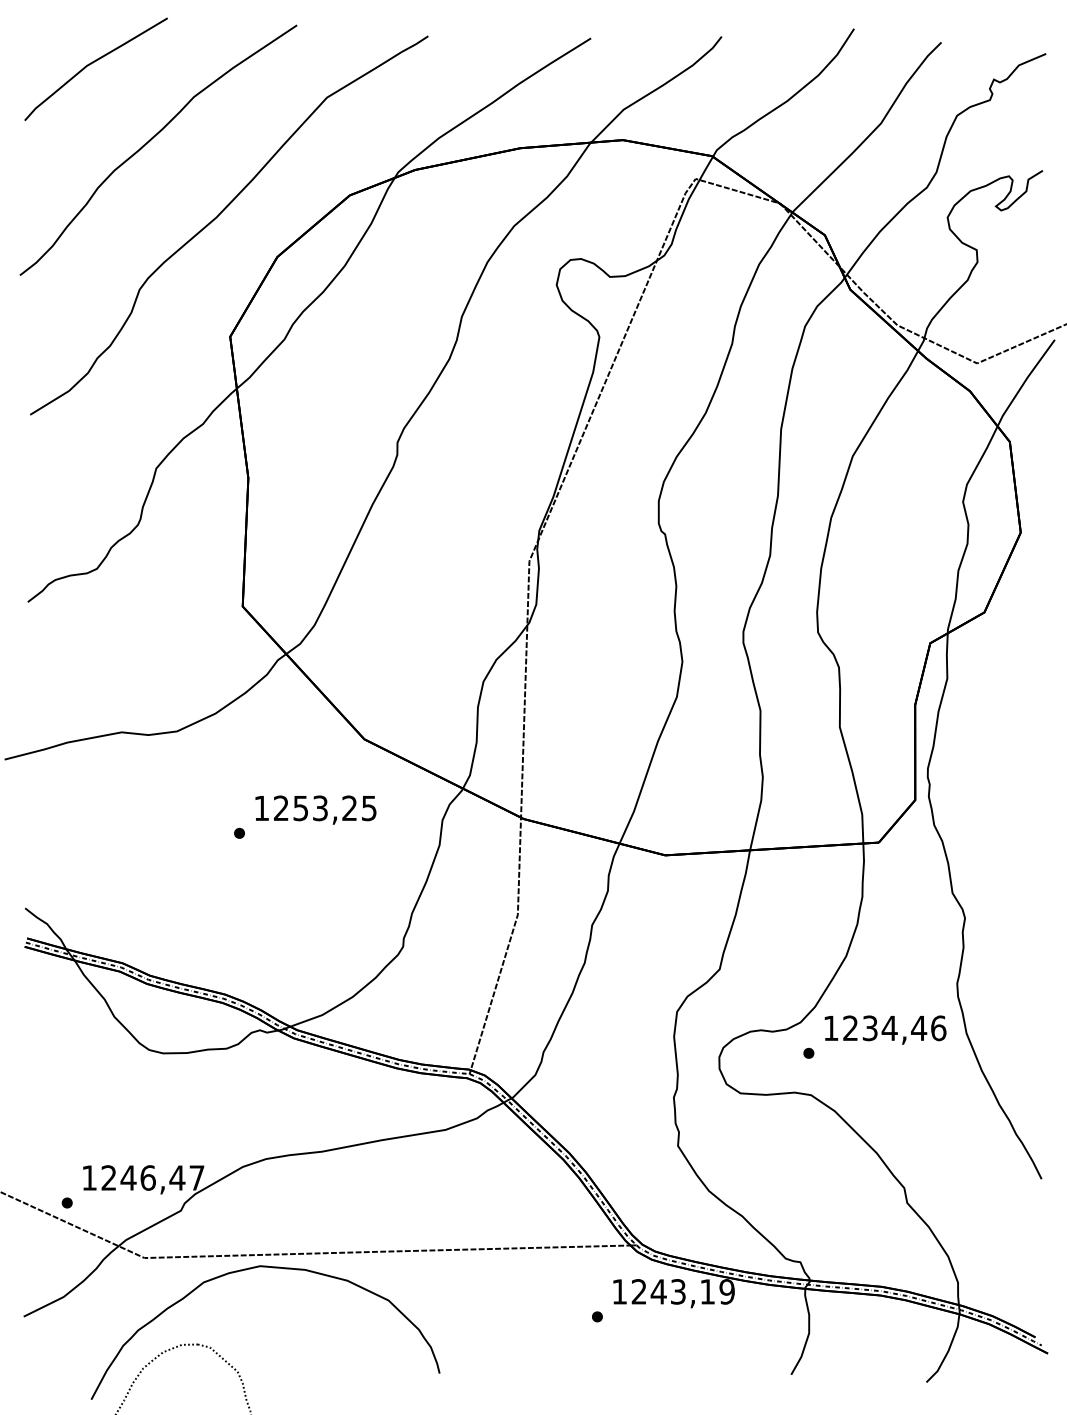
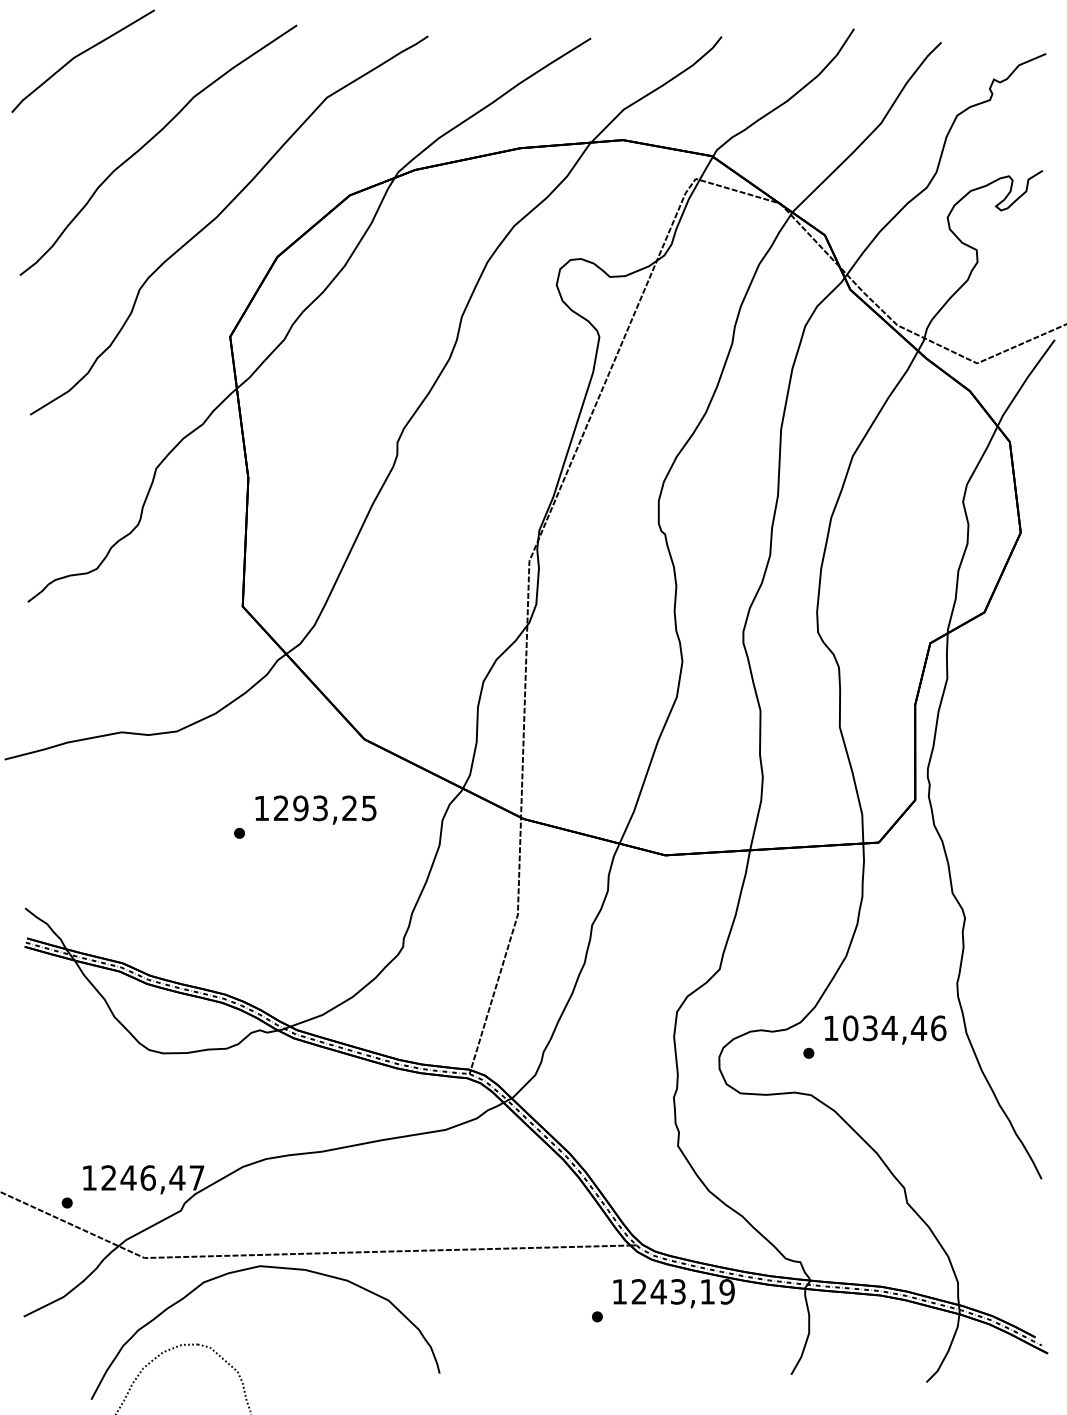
curve at (93, 63) position: (93, 63) -> (80, 55)
text at (300, 807): 1253,25 -> 1293,25
text at (850, 1028): 1234,46 -> 1034,46
